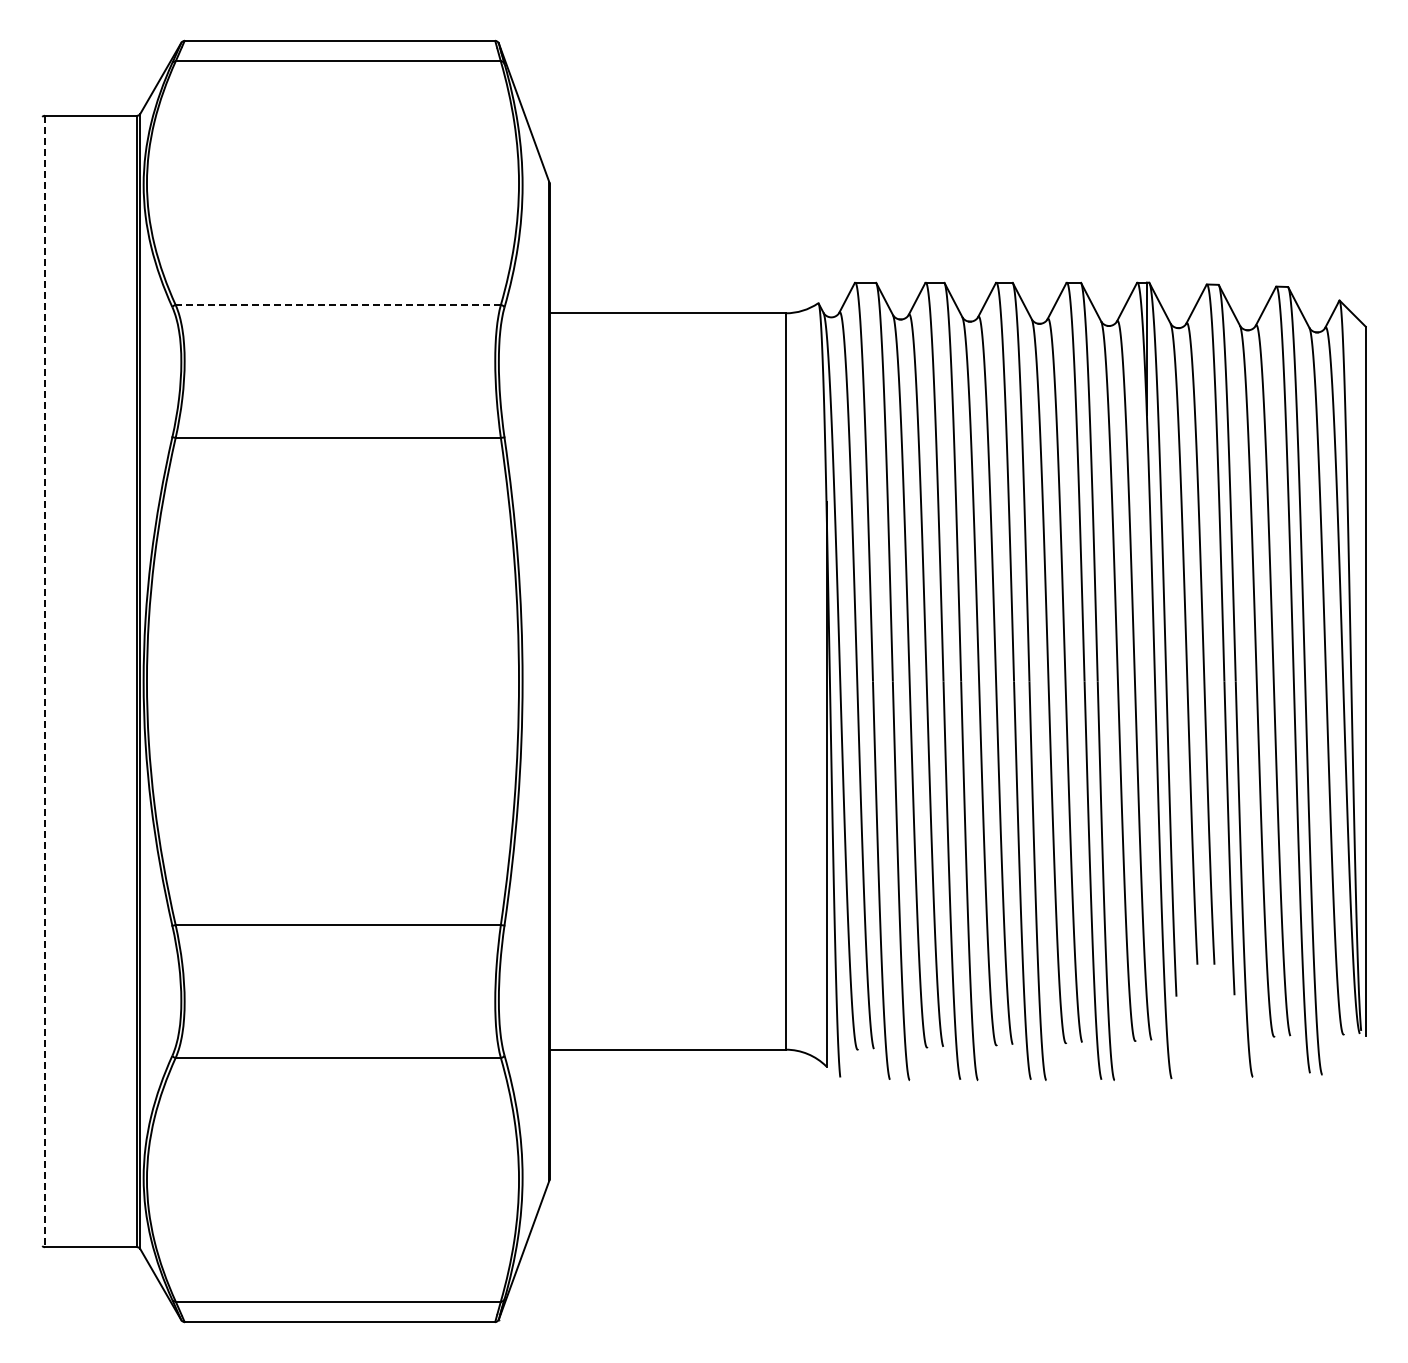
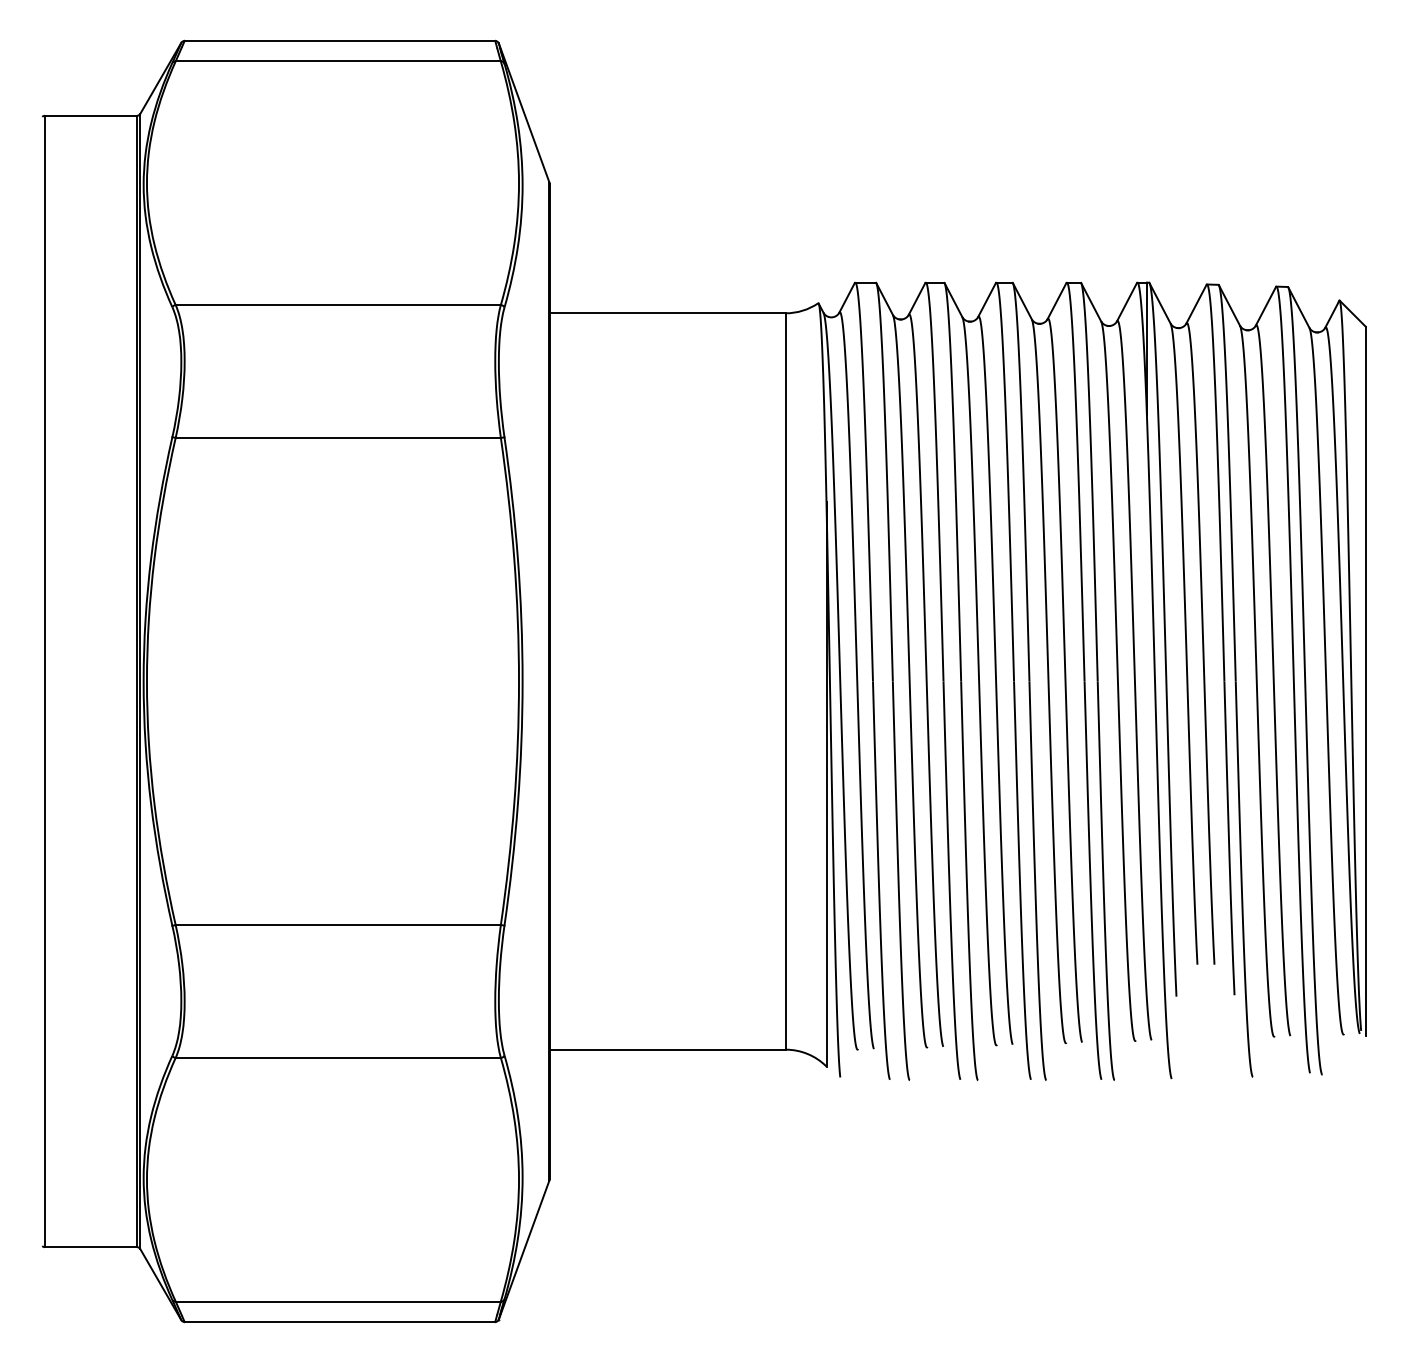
line at (338, 305): dashed -> solid
line at (44, 681): dashed -> solid
